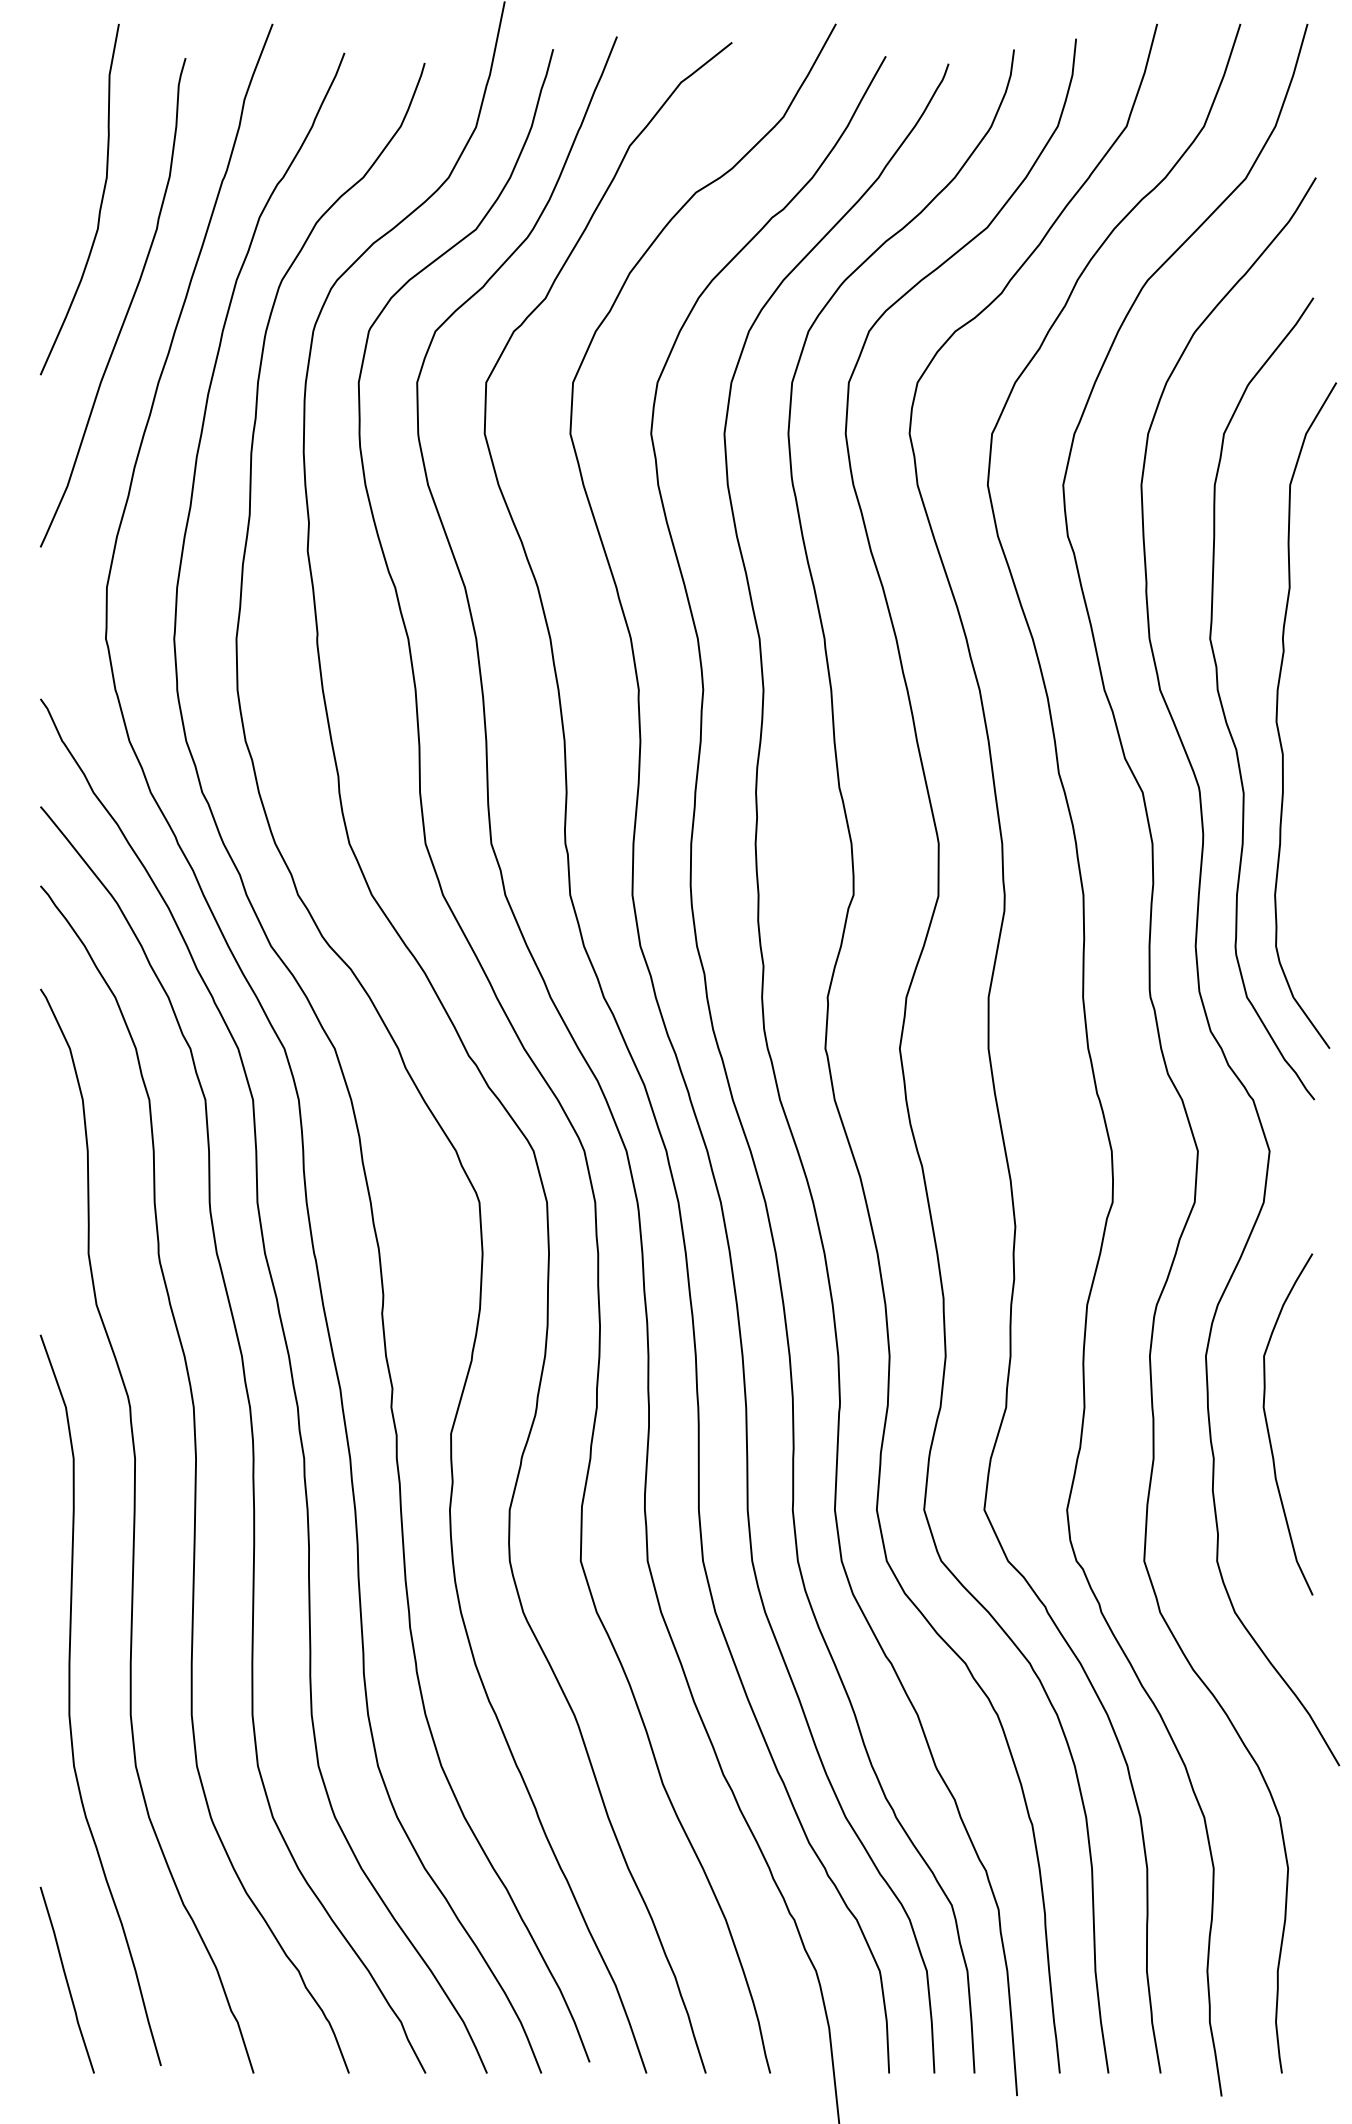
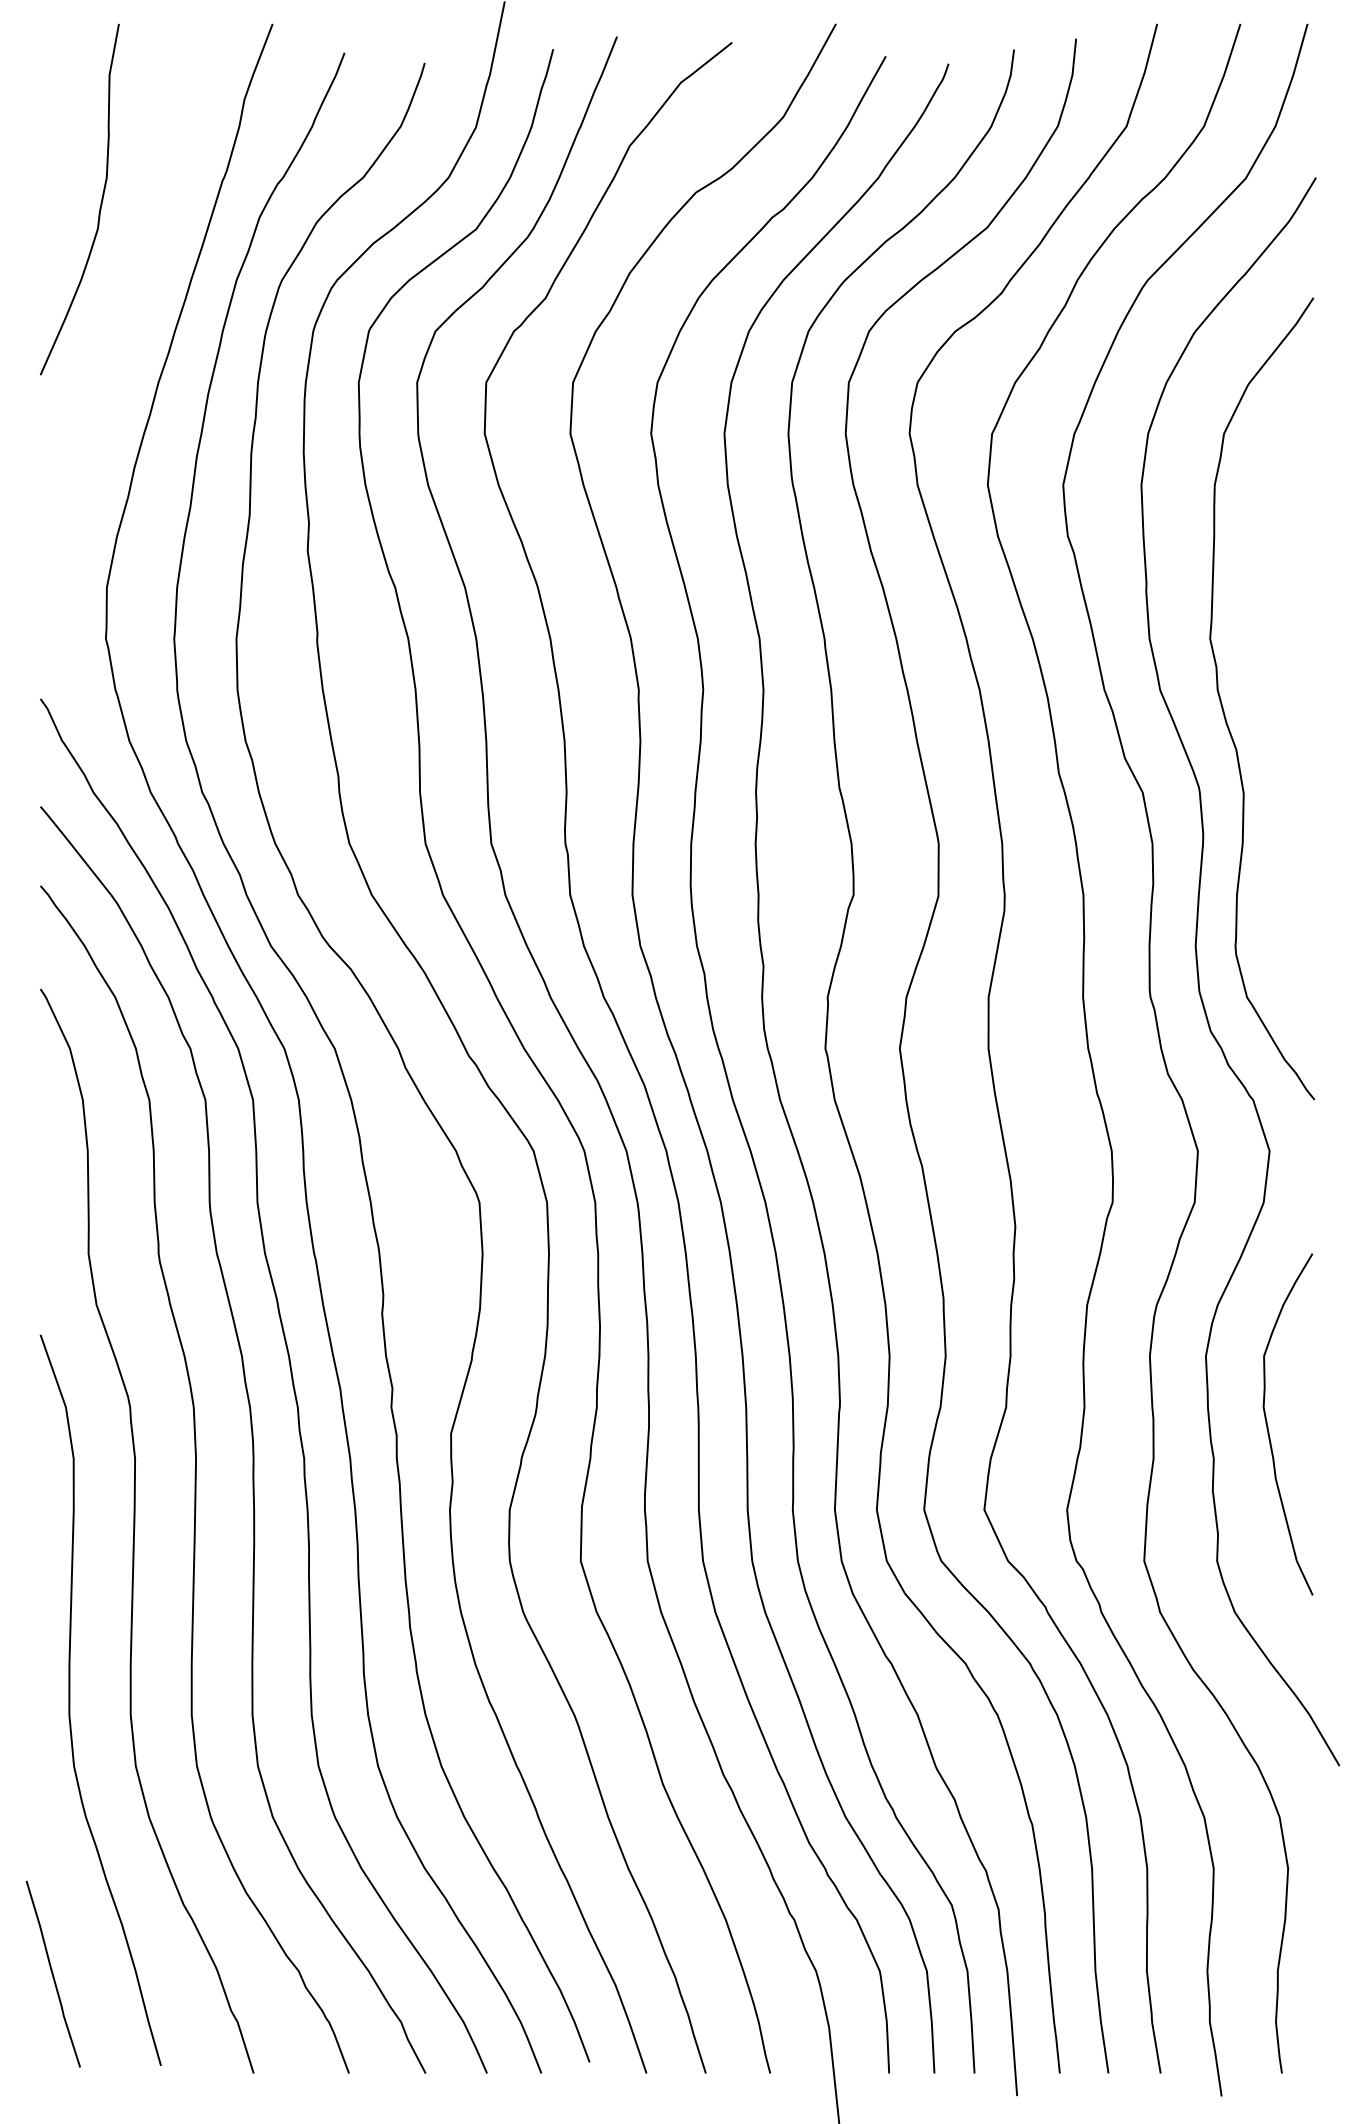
curve at (128, 306): present -> none
curve at (1277, 715): present -> none
curve at (66, 1979) position: (66, 1979) -> (52, 1973)
